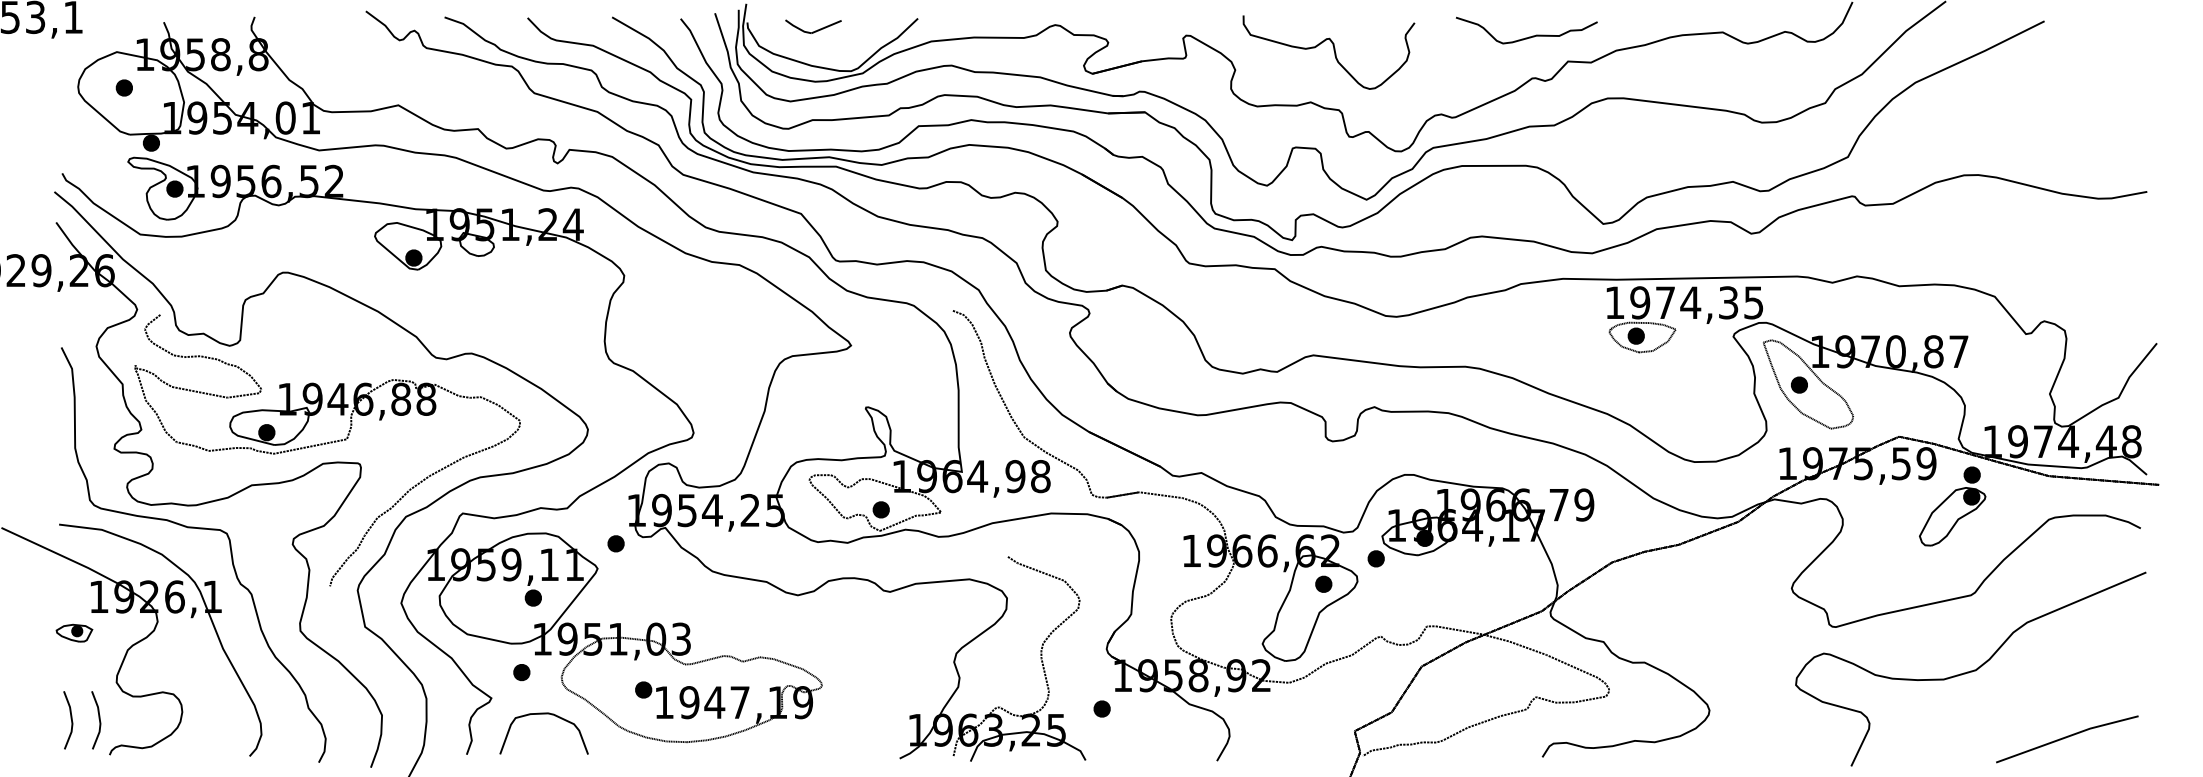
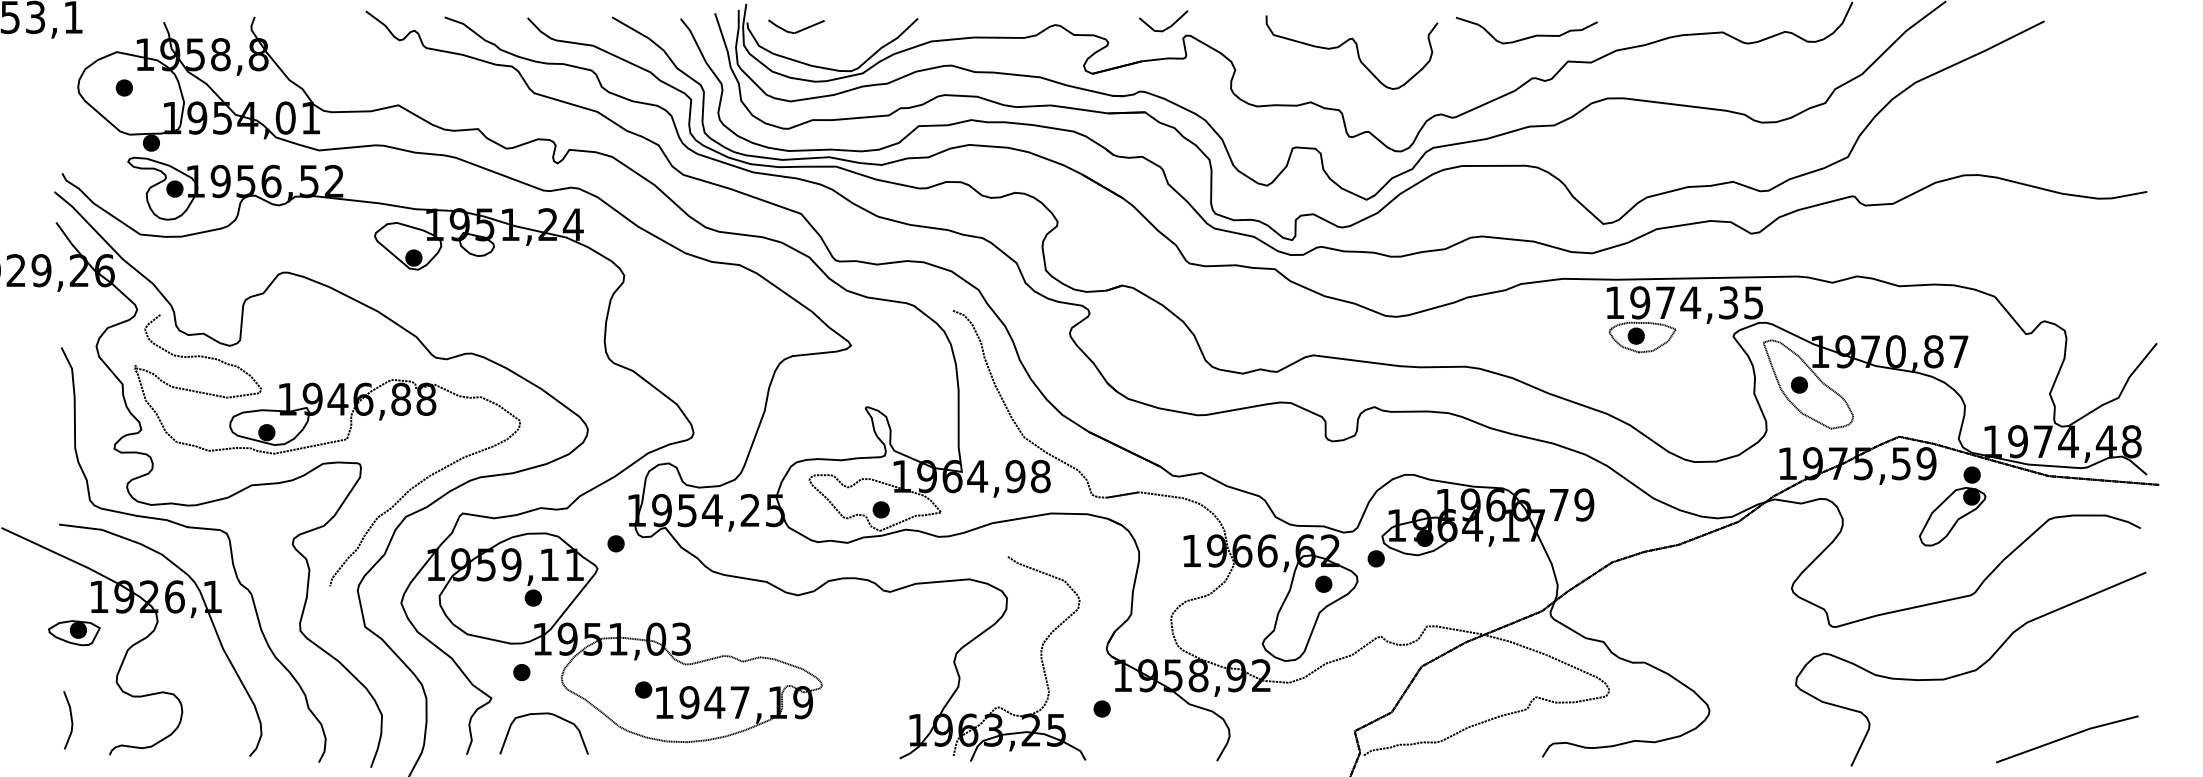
part at (813, 26) position: (813, 26) -> (796, 26)
line at (1166, 27): none -> present
curve at (1333, 50) position: (1333, 50) -> (1356, 50)
part at (74, 632) size: 39x20 px -> 53x27 px
part at (96, 720): present -> none
